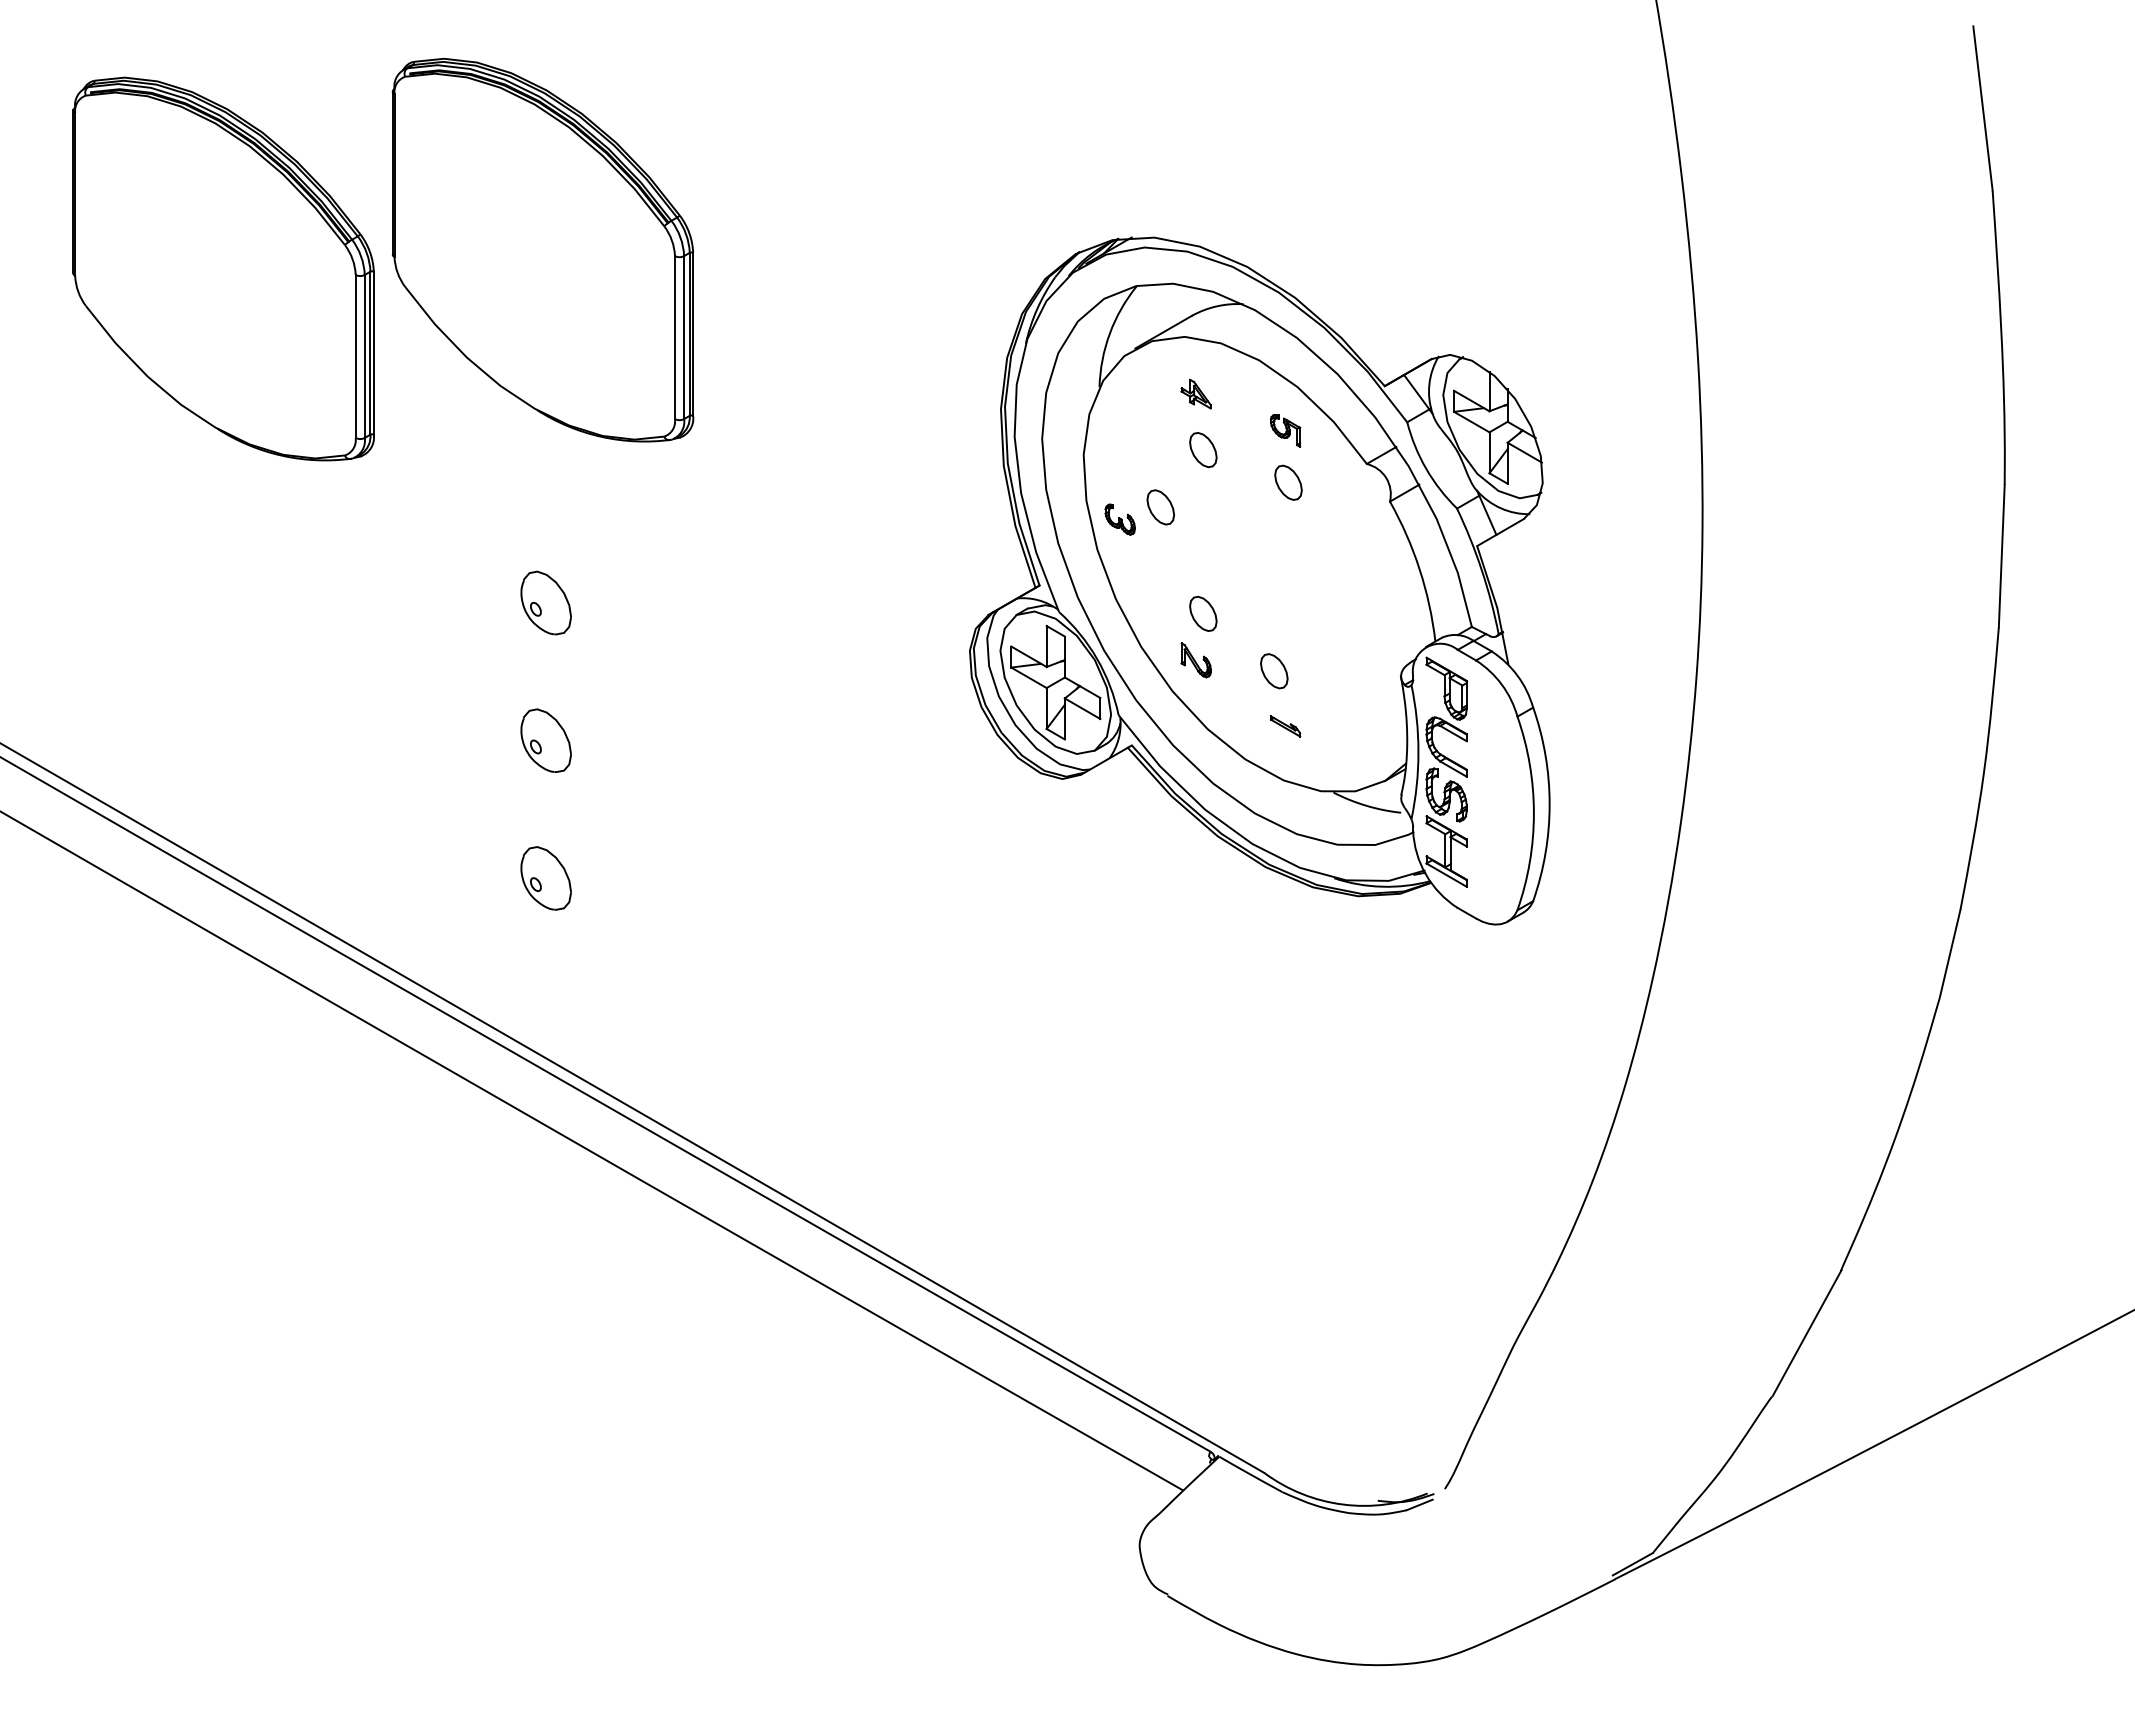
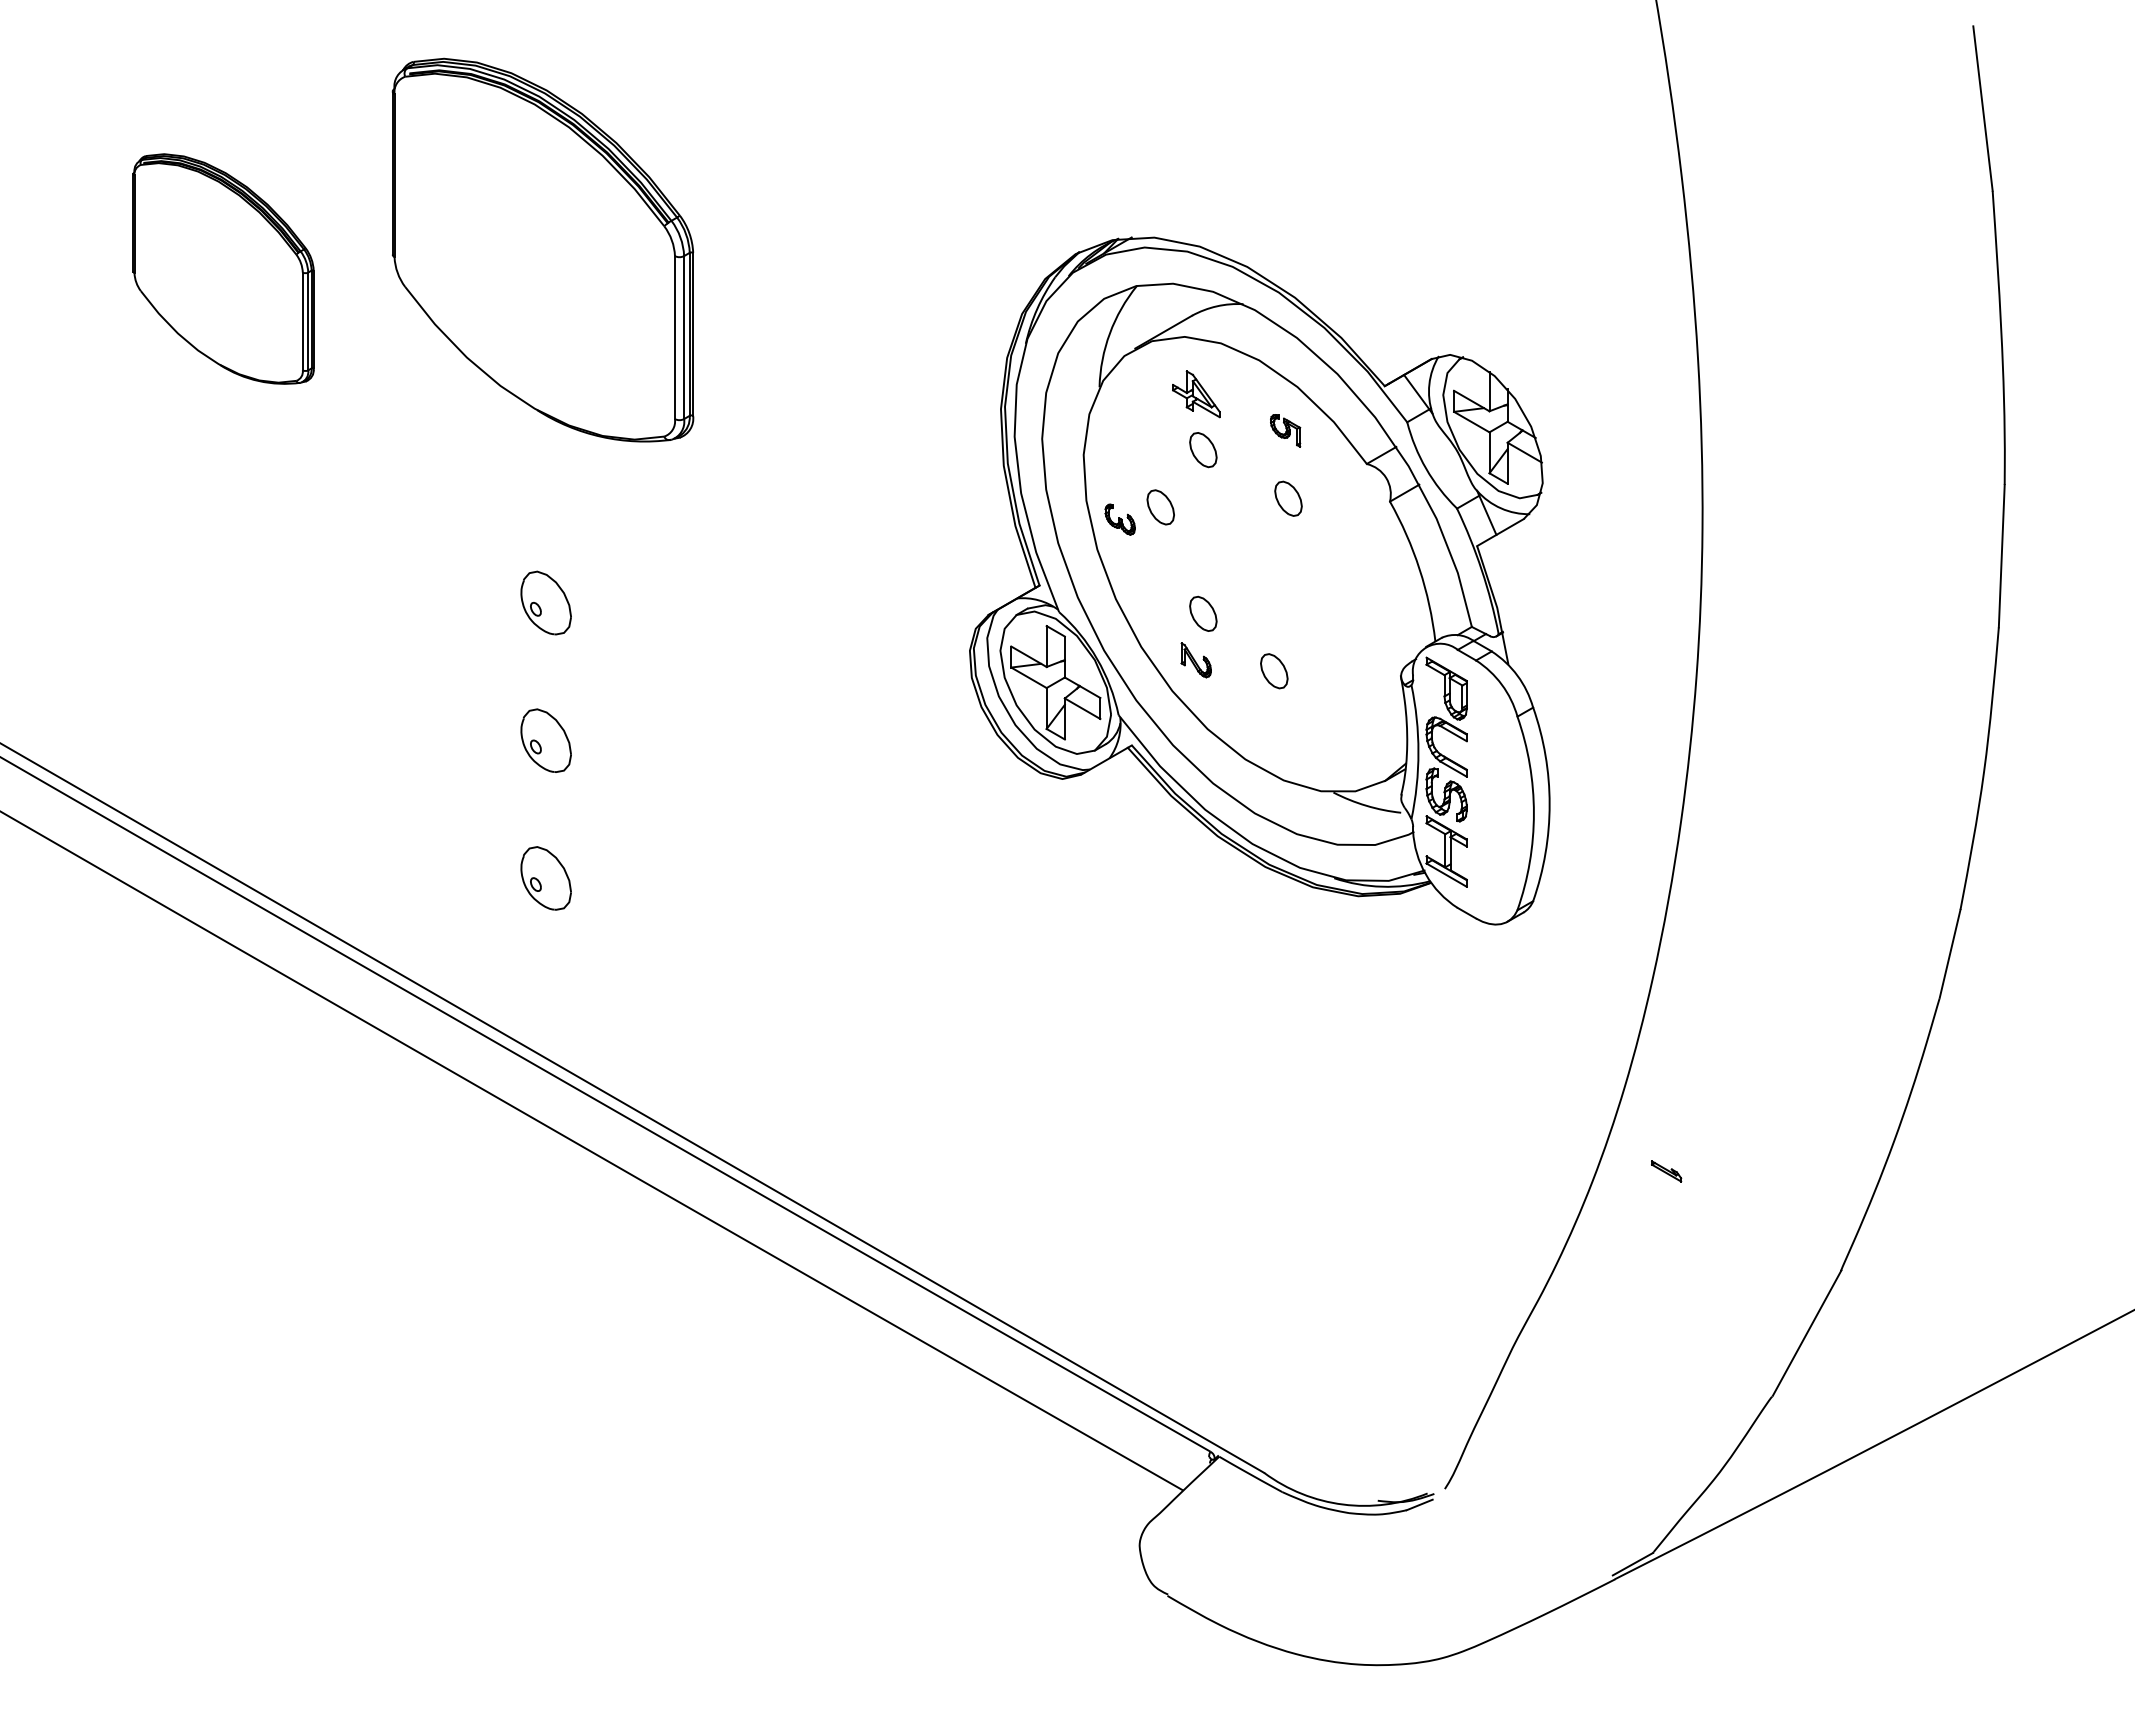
part at (223, 268) size: 303x386 px -> 183x232 px
part at (1195, 393) size: 32x32 px -> 49x49 px
part at (1288, 482) position: (1288, 482) -> (1288, 498)
part at (1285, 726) position: (1285, 726) -> (1666, 1171)
